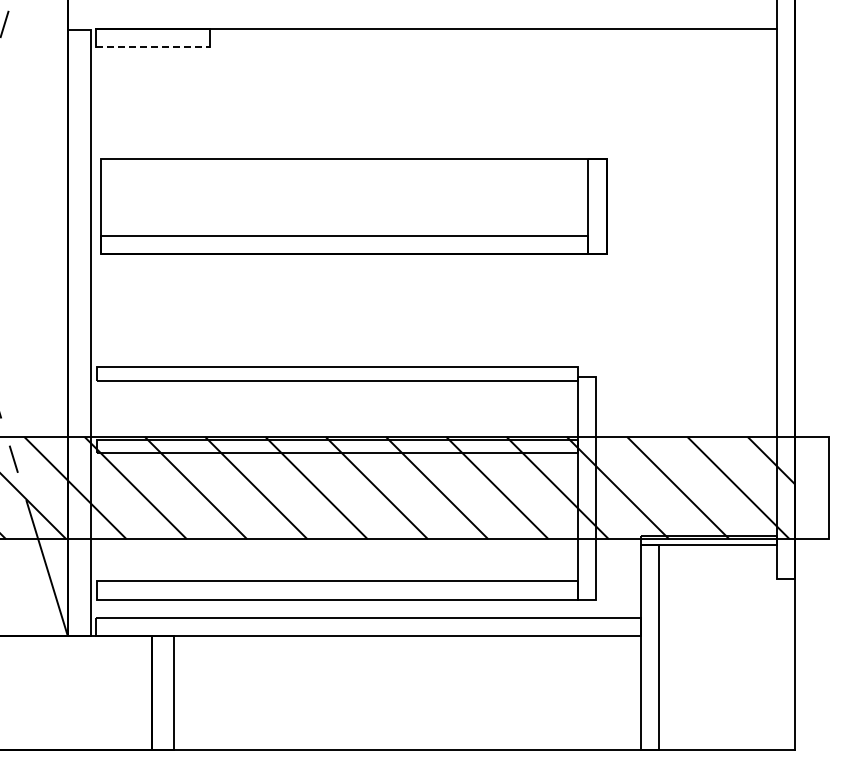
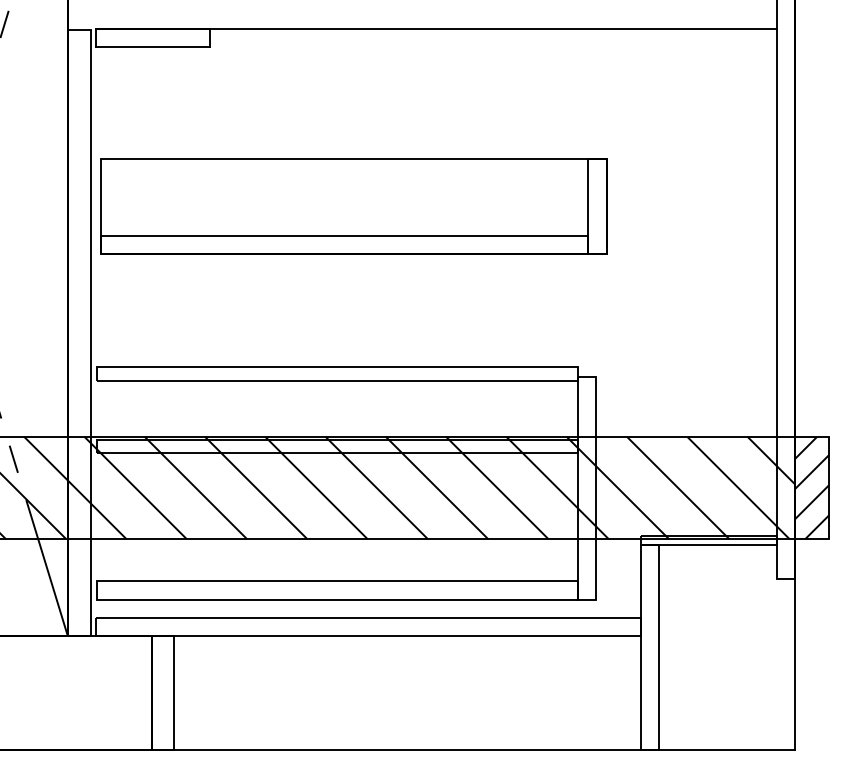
line at (153, 47): dashed -> solid
hatch at (812, 488): none -> present
